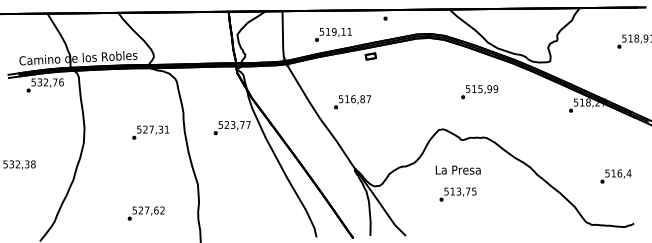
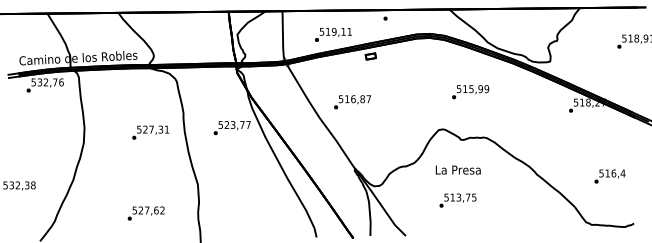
text at (479, 92) position: (479, 92) -> (470, 92)
text at (19, 164) position: (19, 164) -> (19, 185)
text at (615, 176) position: (615, 176) -> (609, 176)
text at (457, 194) position: (457, 194) -> (457, 200)
